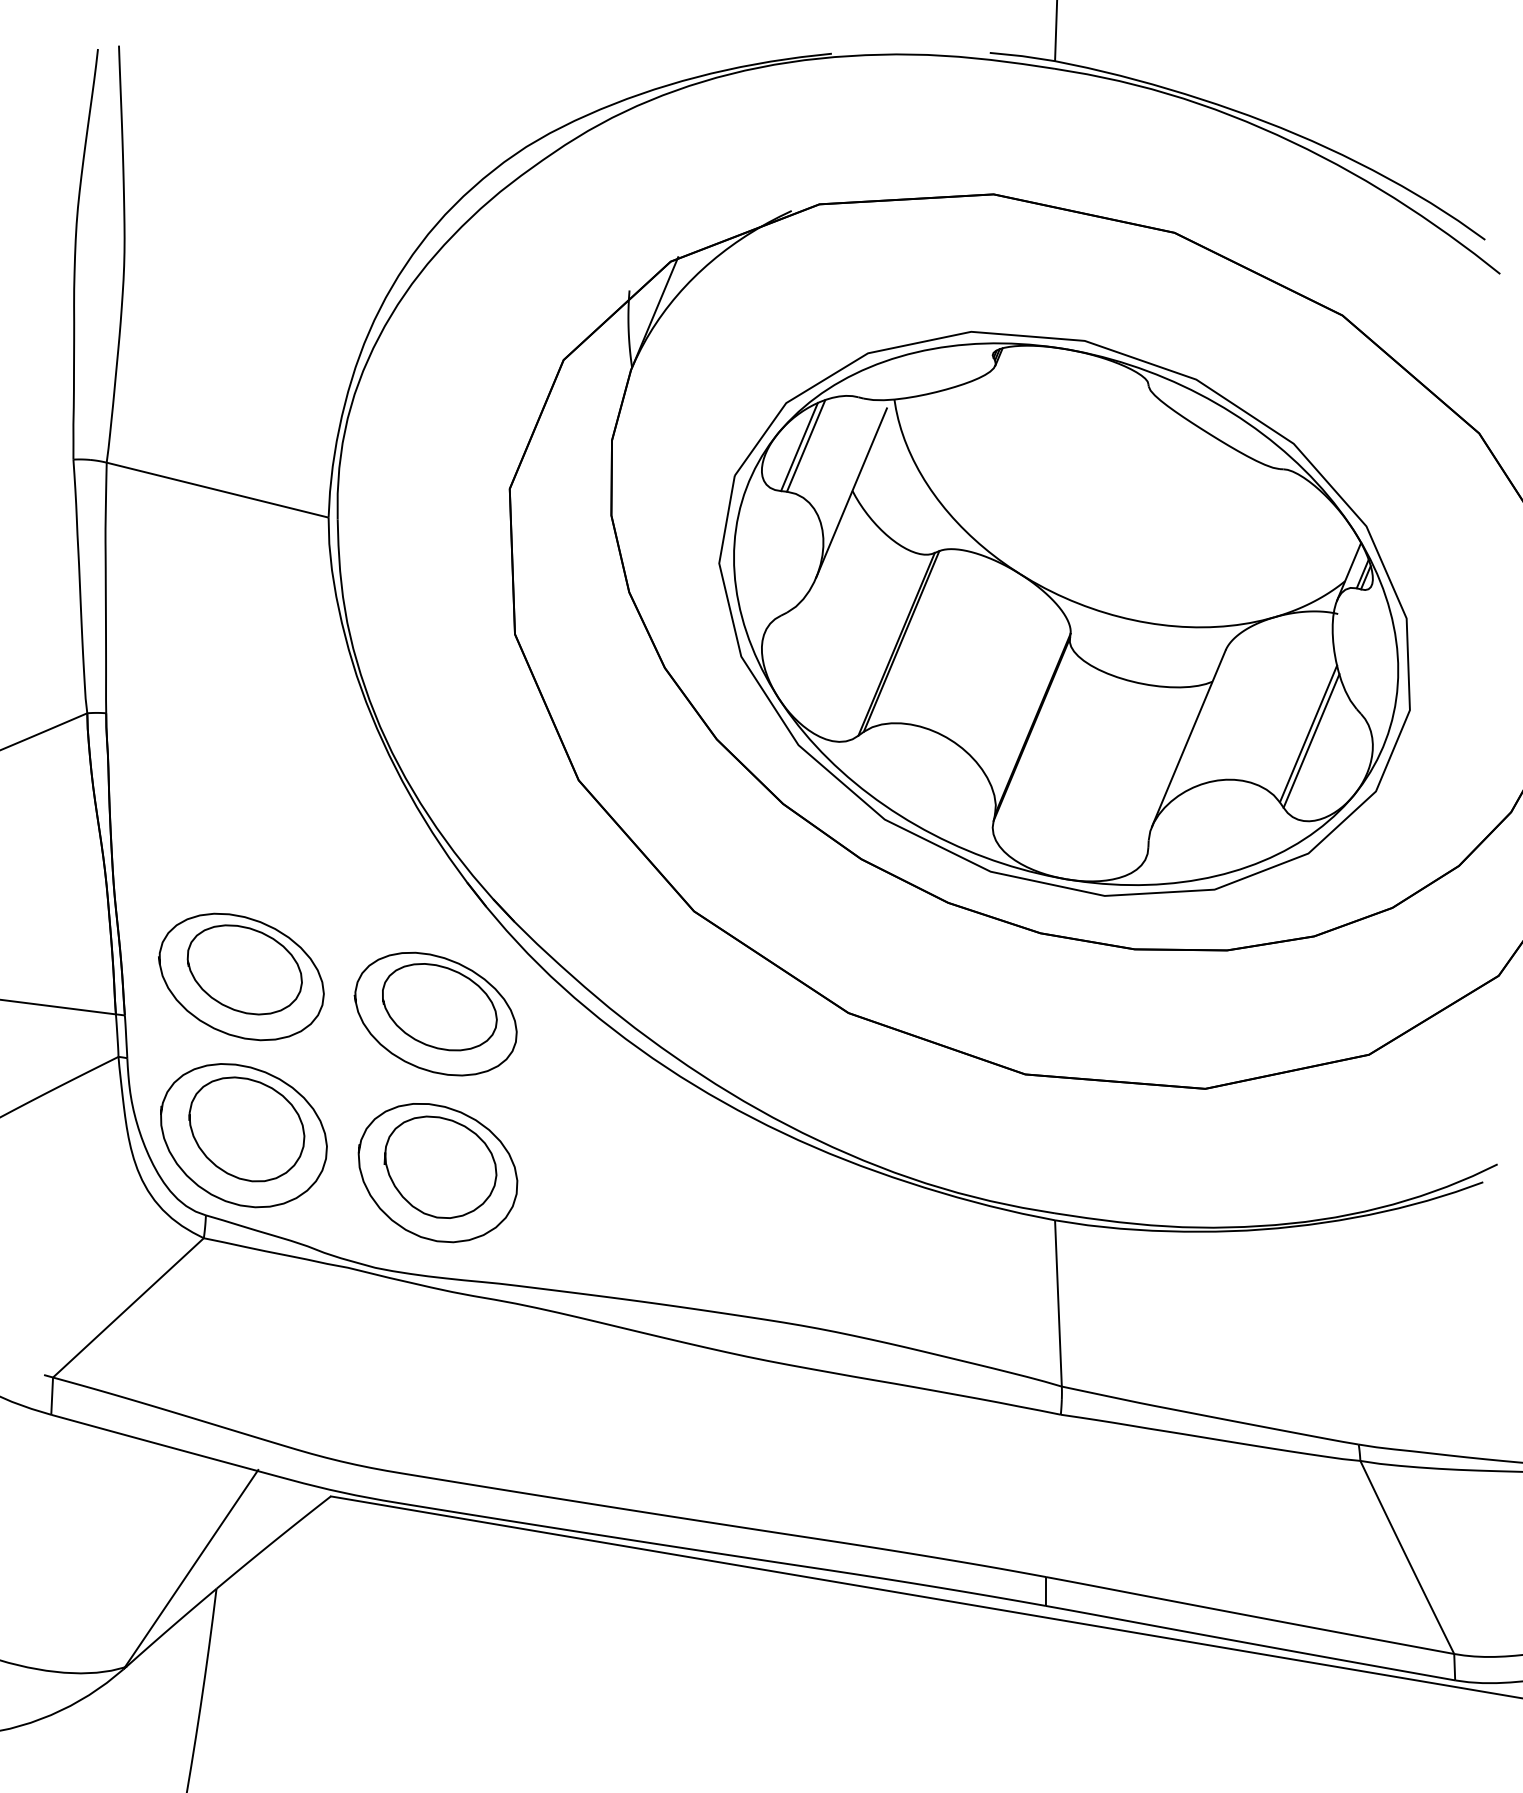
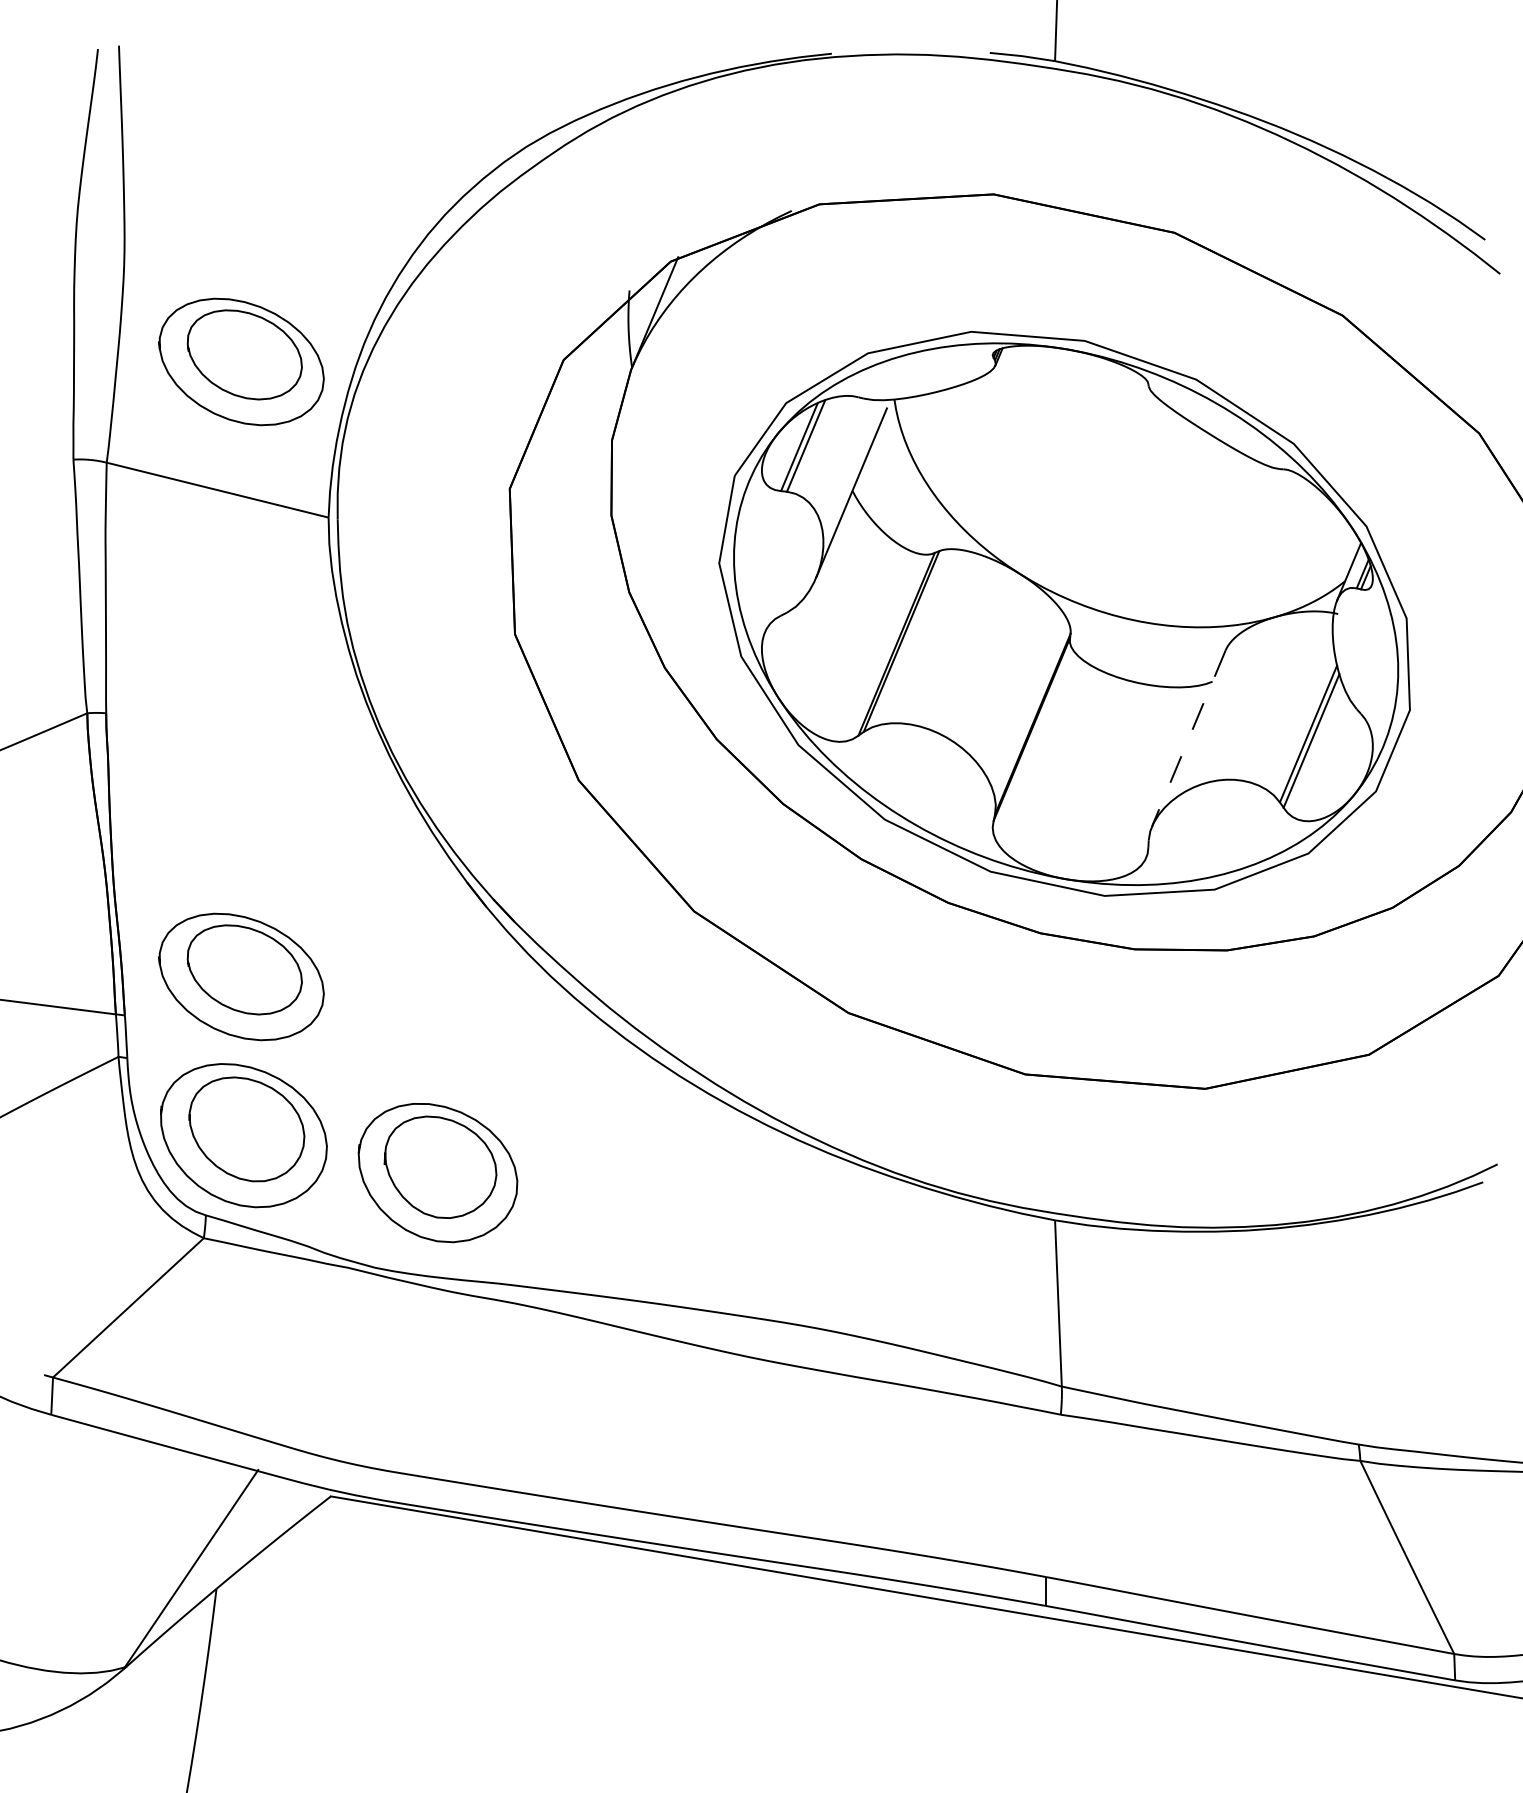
part at (241, 361): none -> present
line at (1188, 738): solid -> dashed
part at (435, 1013): present -> none
